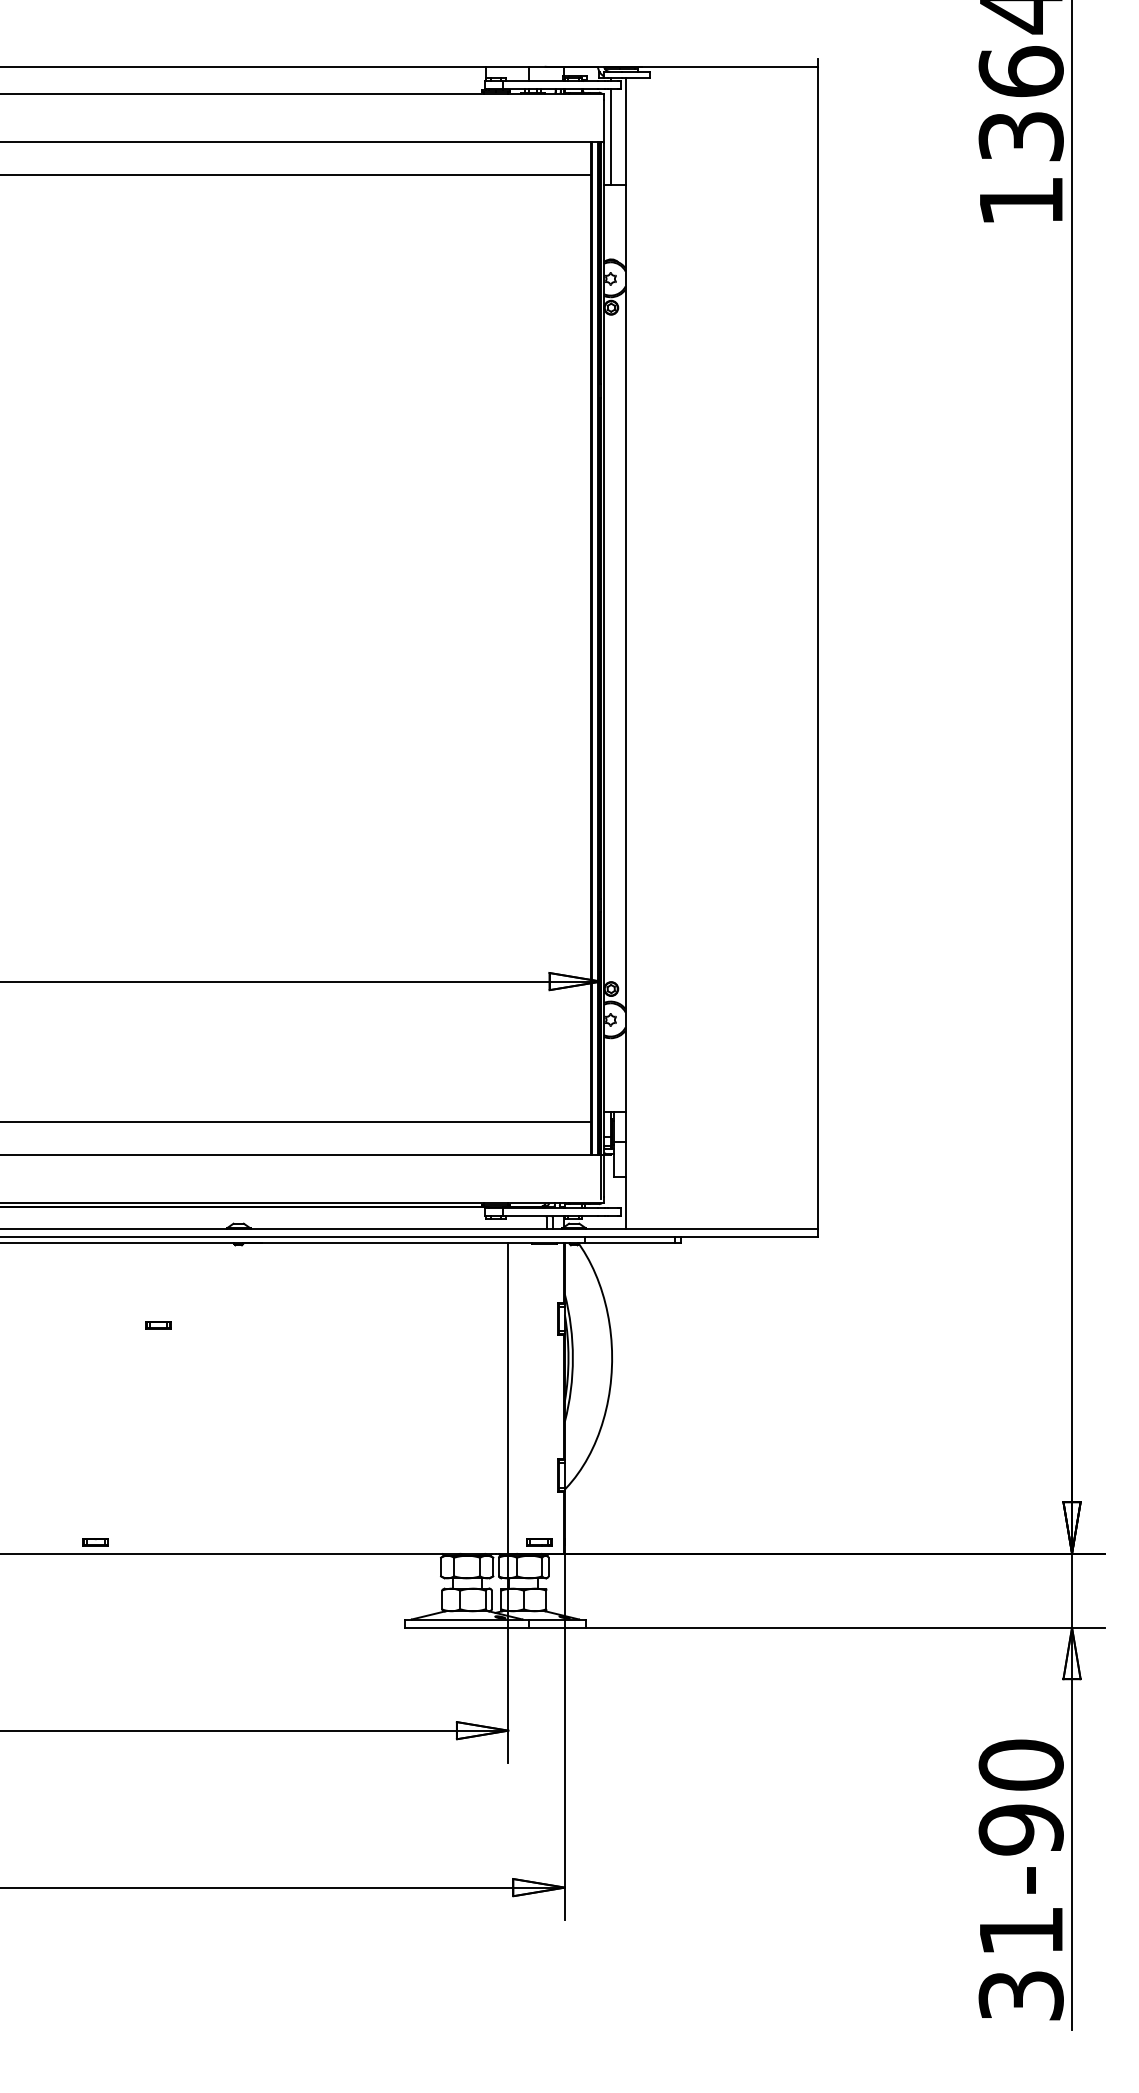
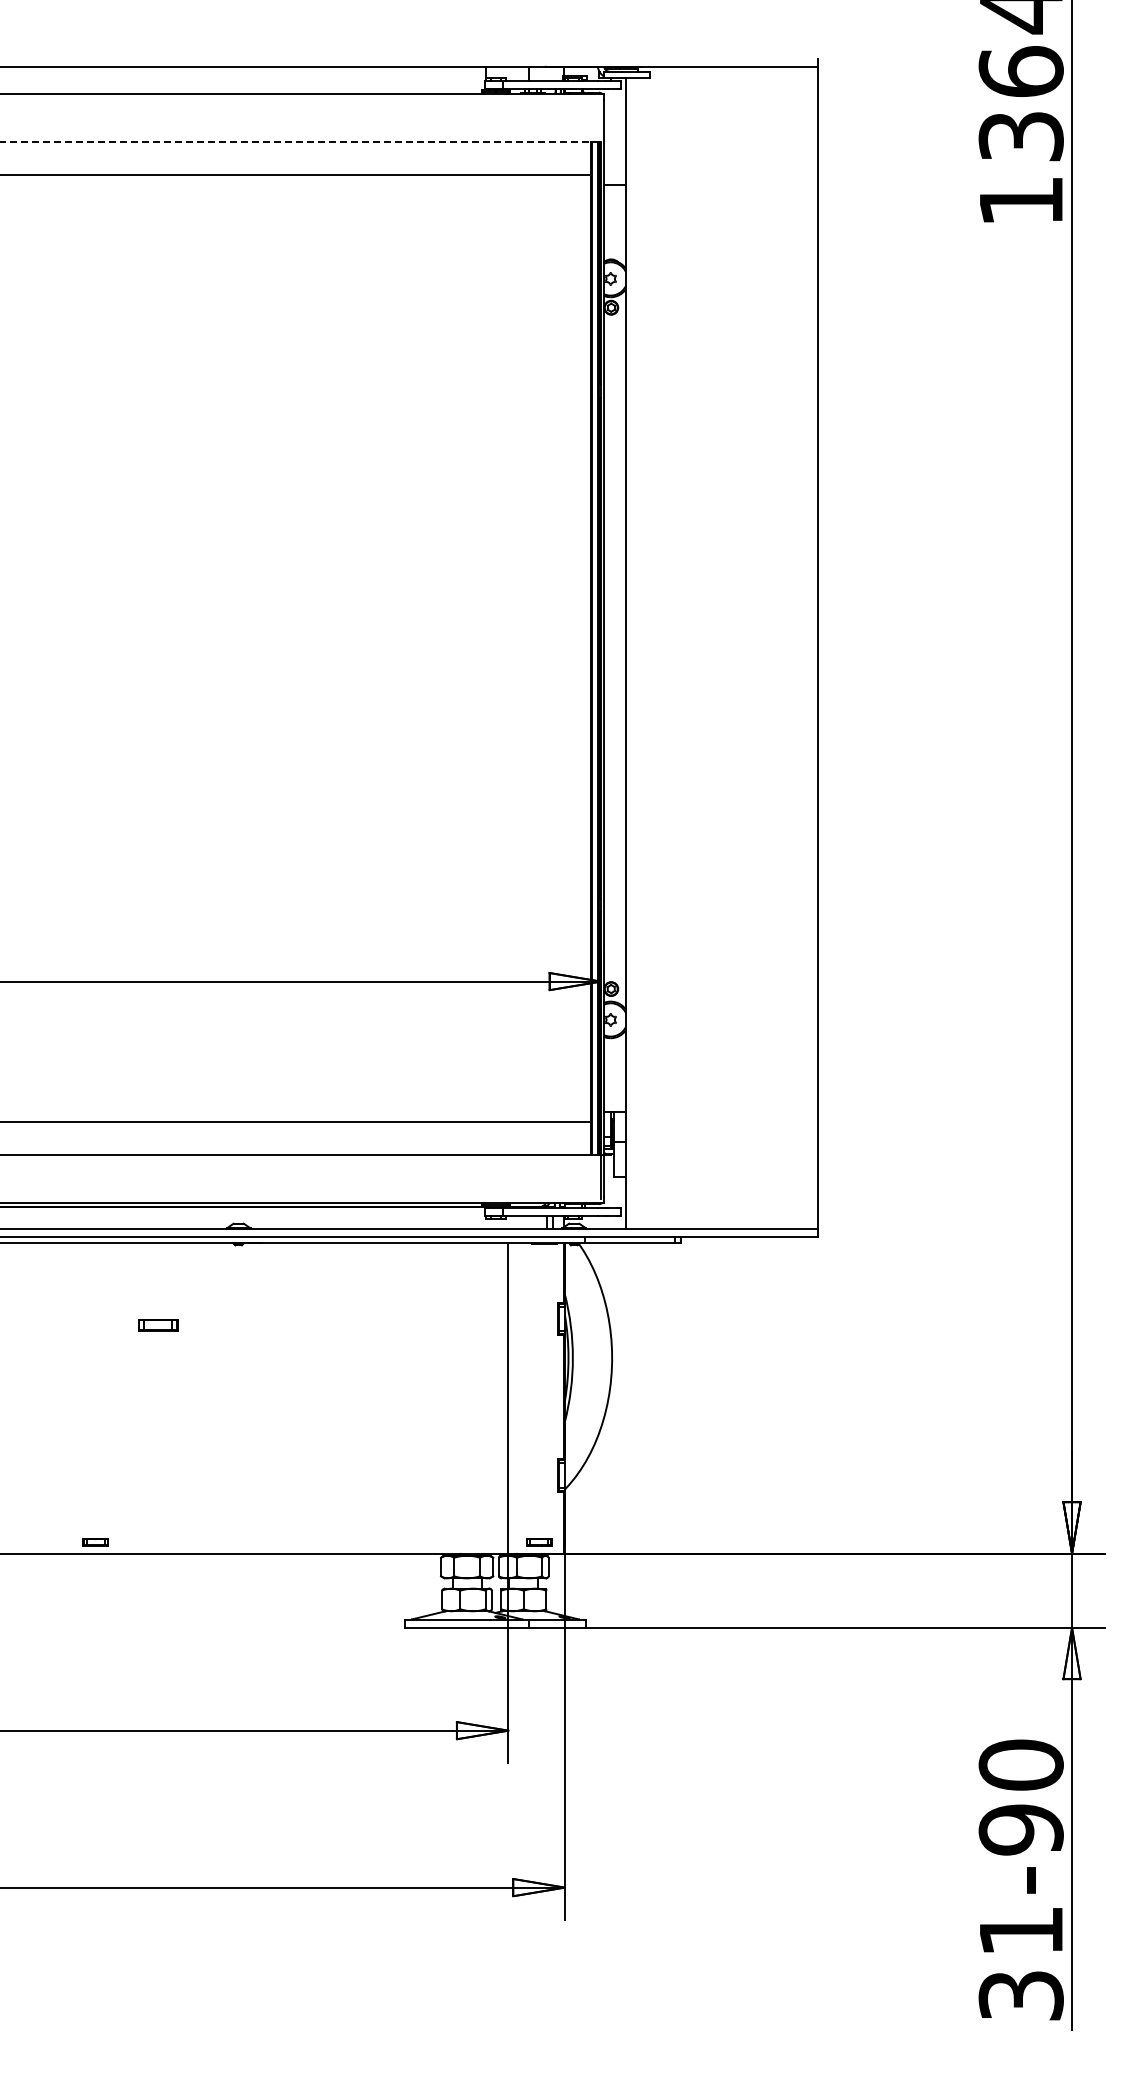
line at (611, 137): present -> none
line at (302, 142): solid -> dashed
part at (158, 1325) size: 27x9 px -> 41x13 px
